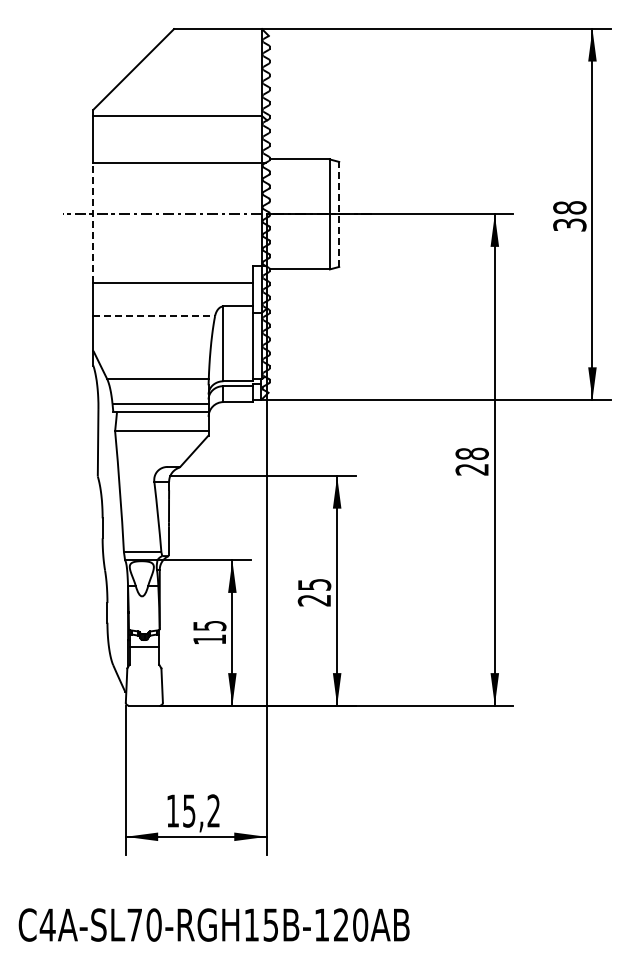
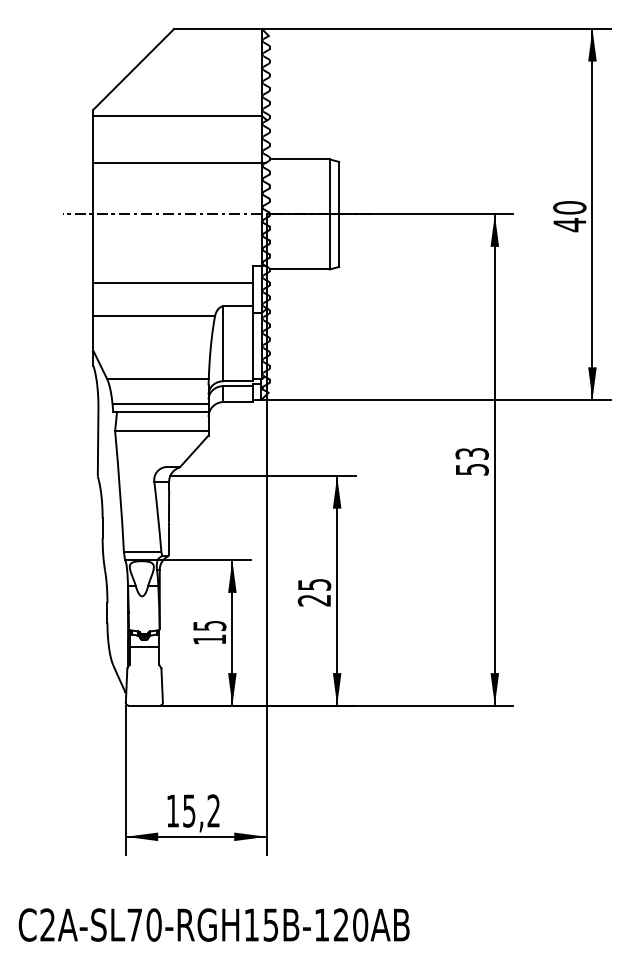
line at (339, 213): dashed -> solid
text at (569, 216): 38 -> 40
line at (93, 222): dashed -> solid
line at (154, 316): dashed -> solid
text at (471, 461): 28 -> 53
text at (47, 924): C4A-SL70-RGH15B-120AB -> C2A-SL70-RGH15B-120AB
